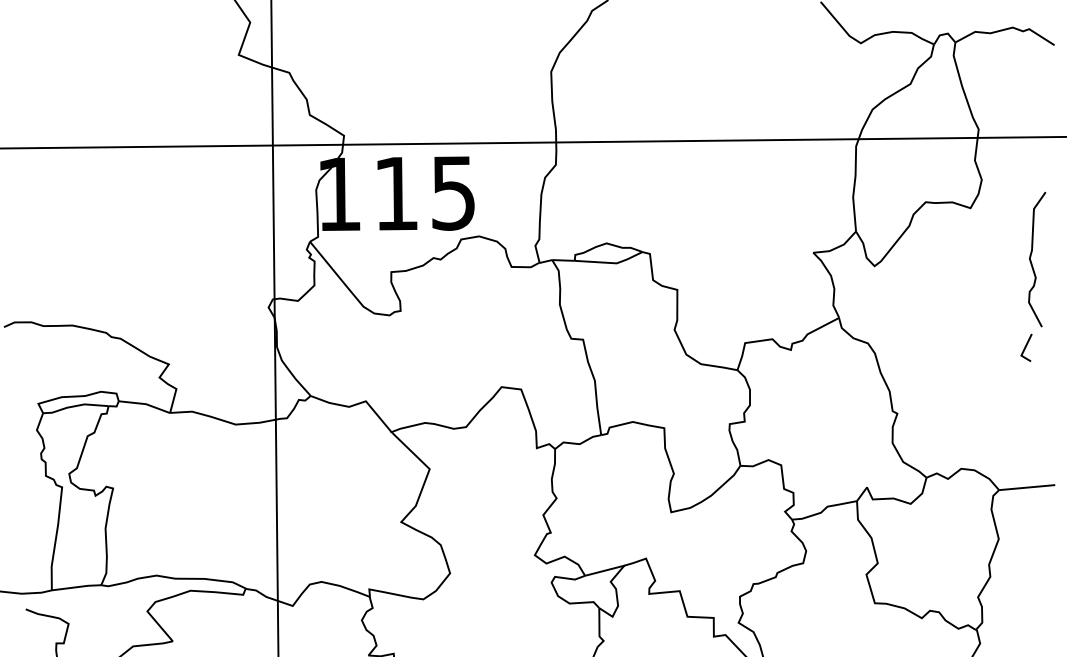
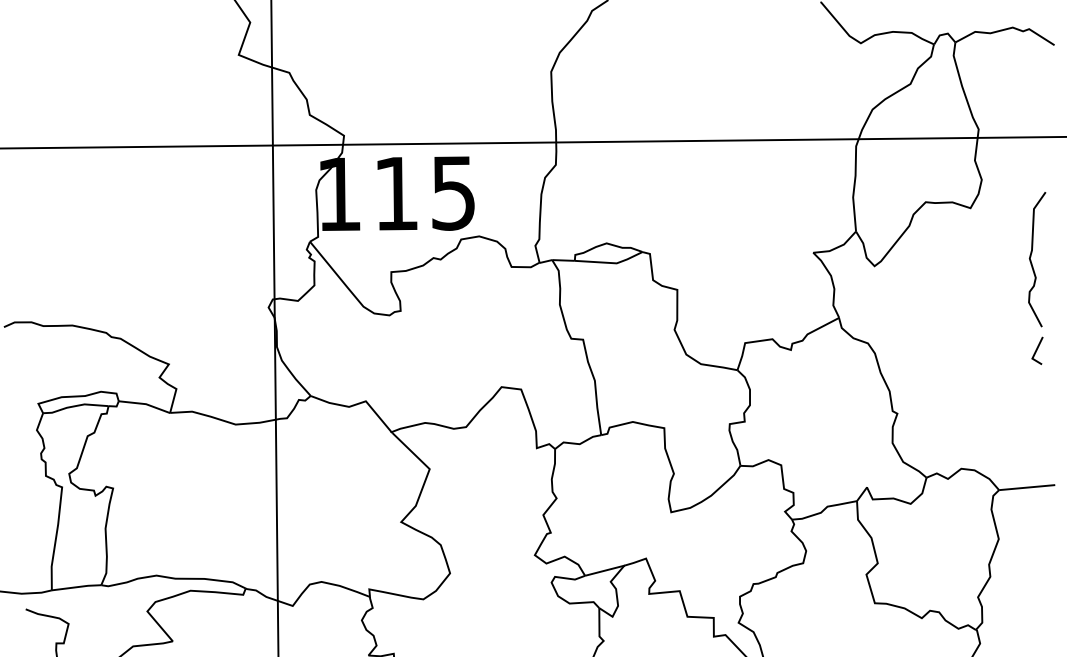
line at (1026, 347) position: (1026, 347) -> (1037, 350)
